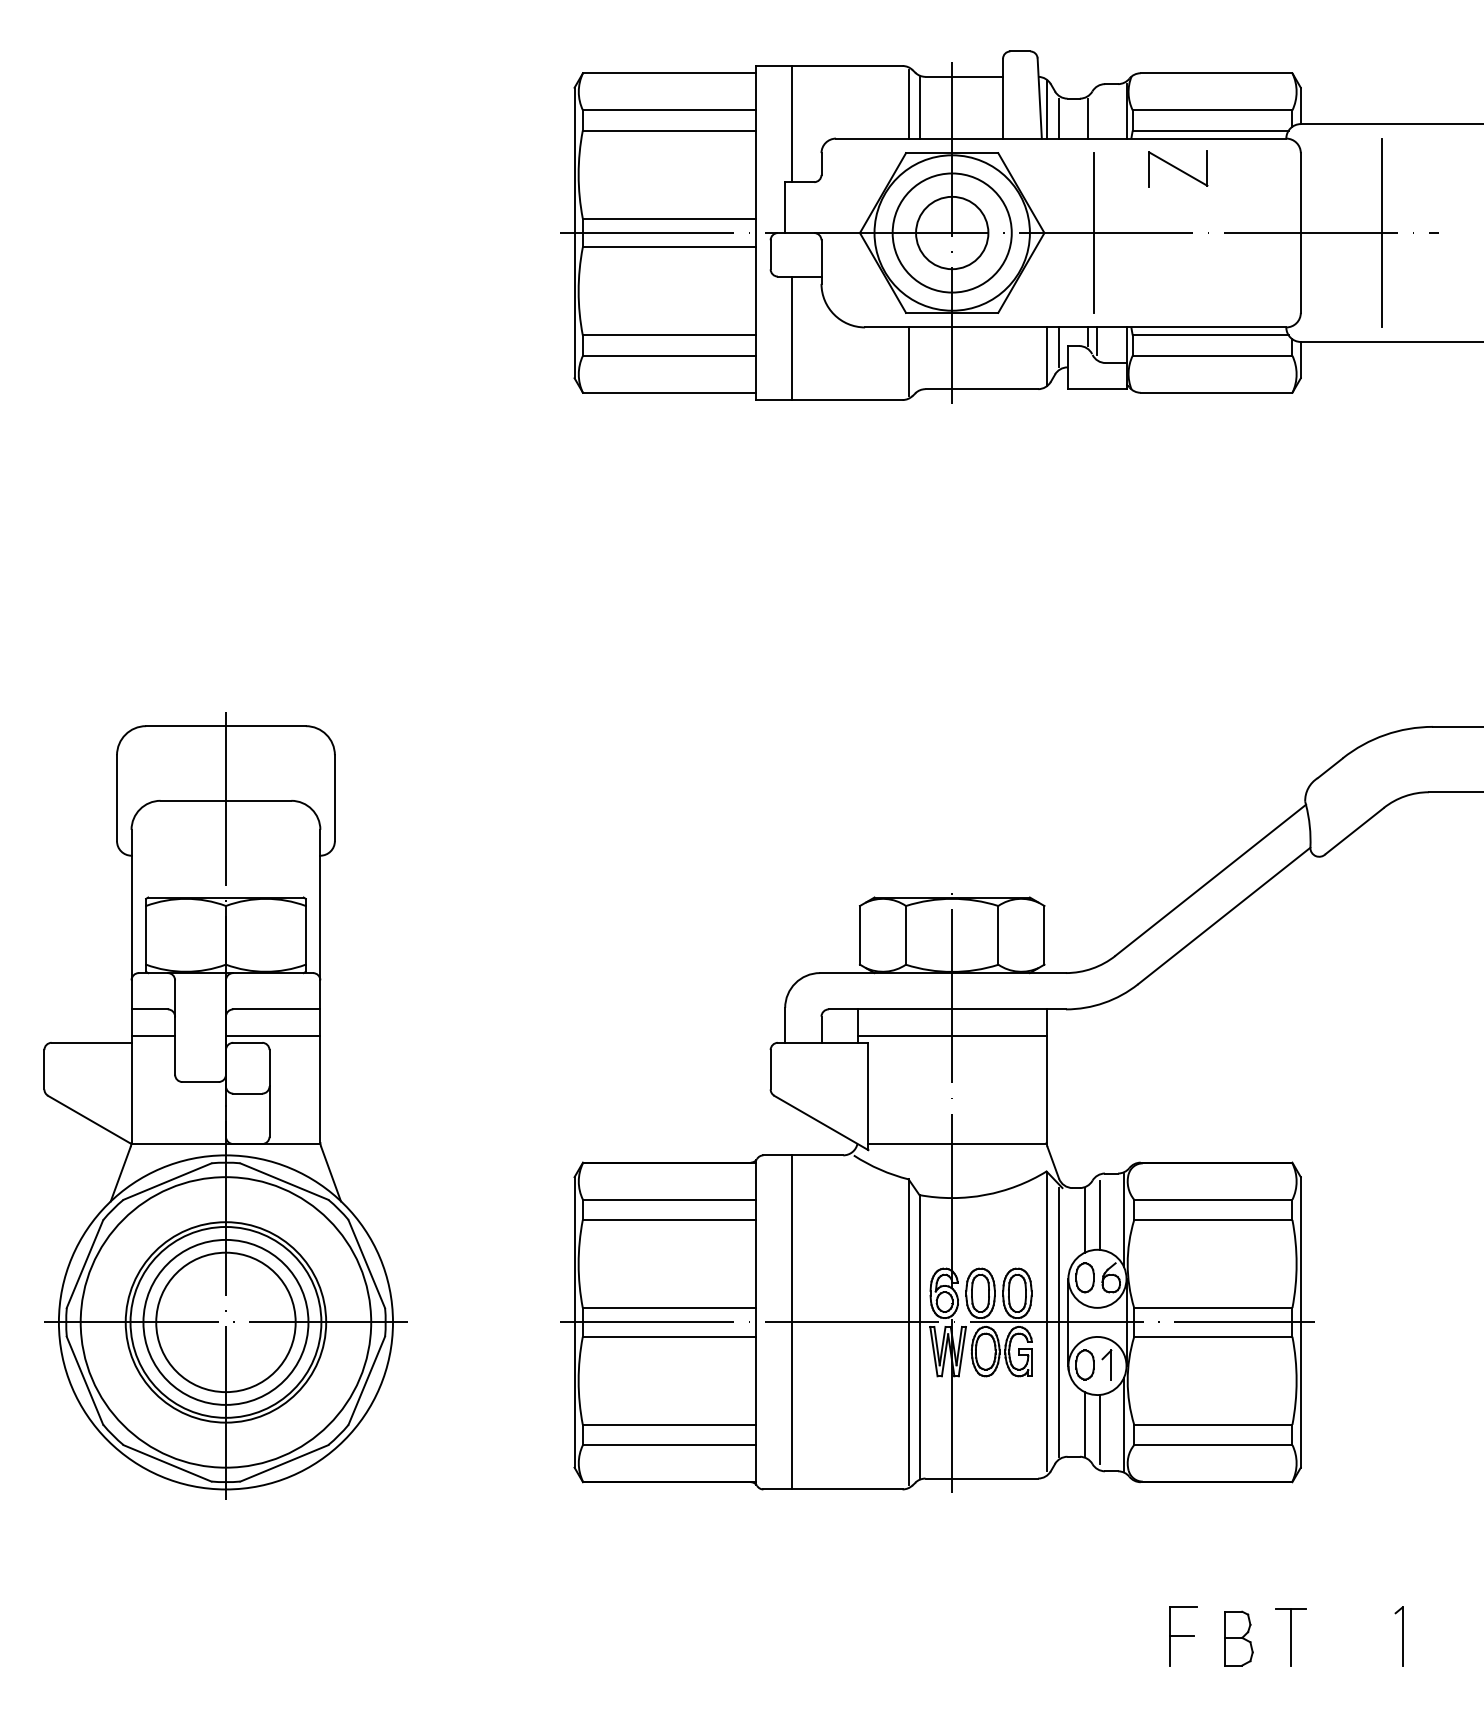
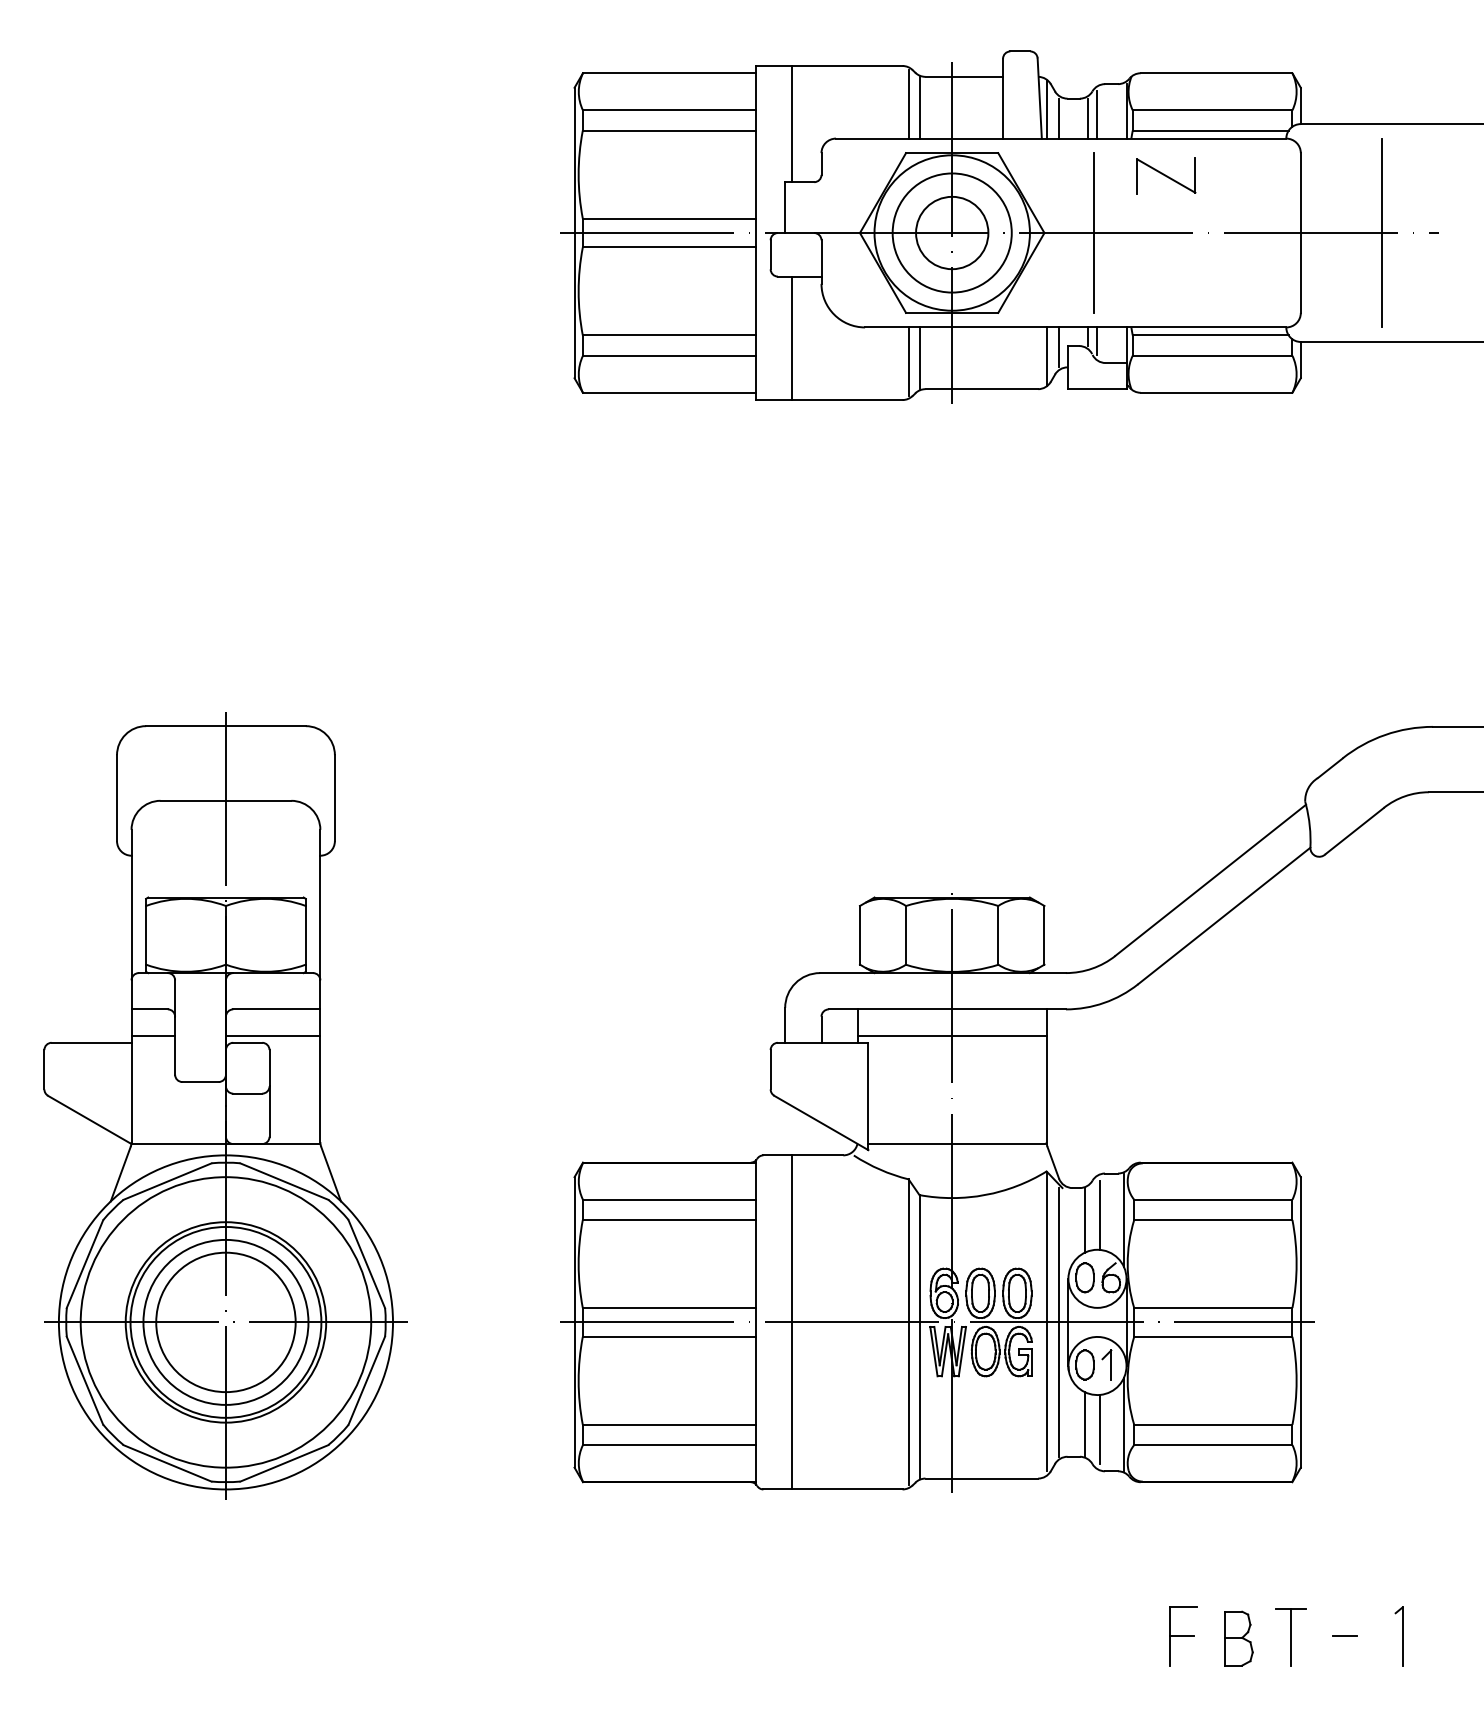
line at (1096, 114): none -> present
part at (1178, 168) position: (1178, 168) -> (1166, 175)
line at (919, 358): none -> present
line at (1344, 1635): none -> present
